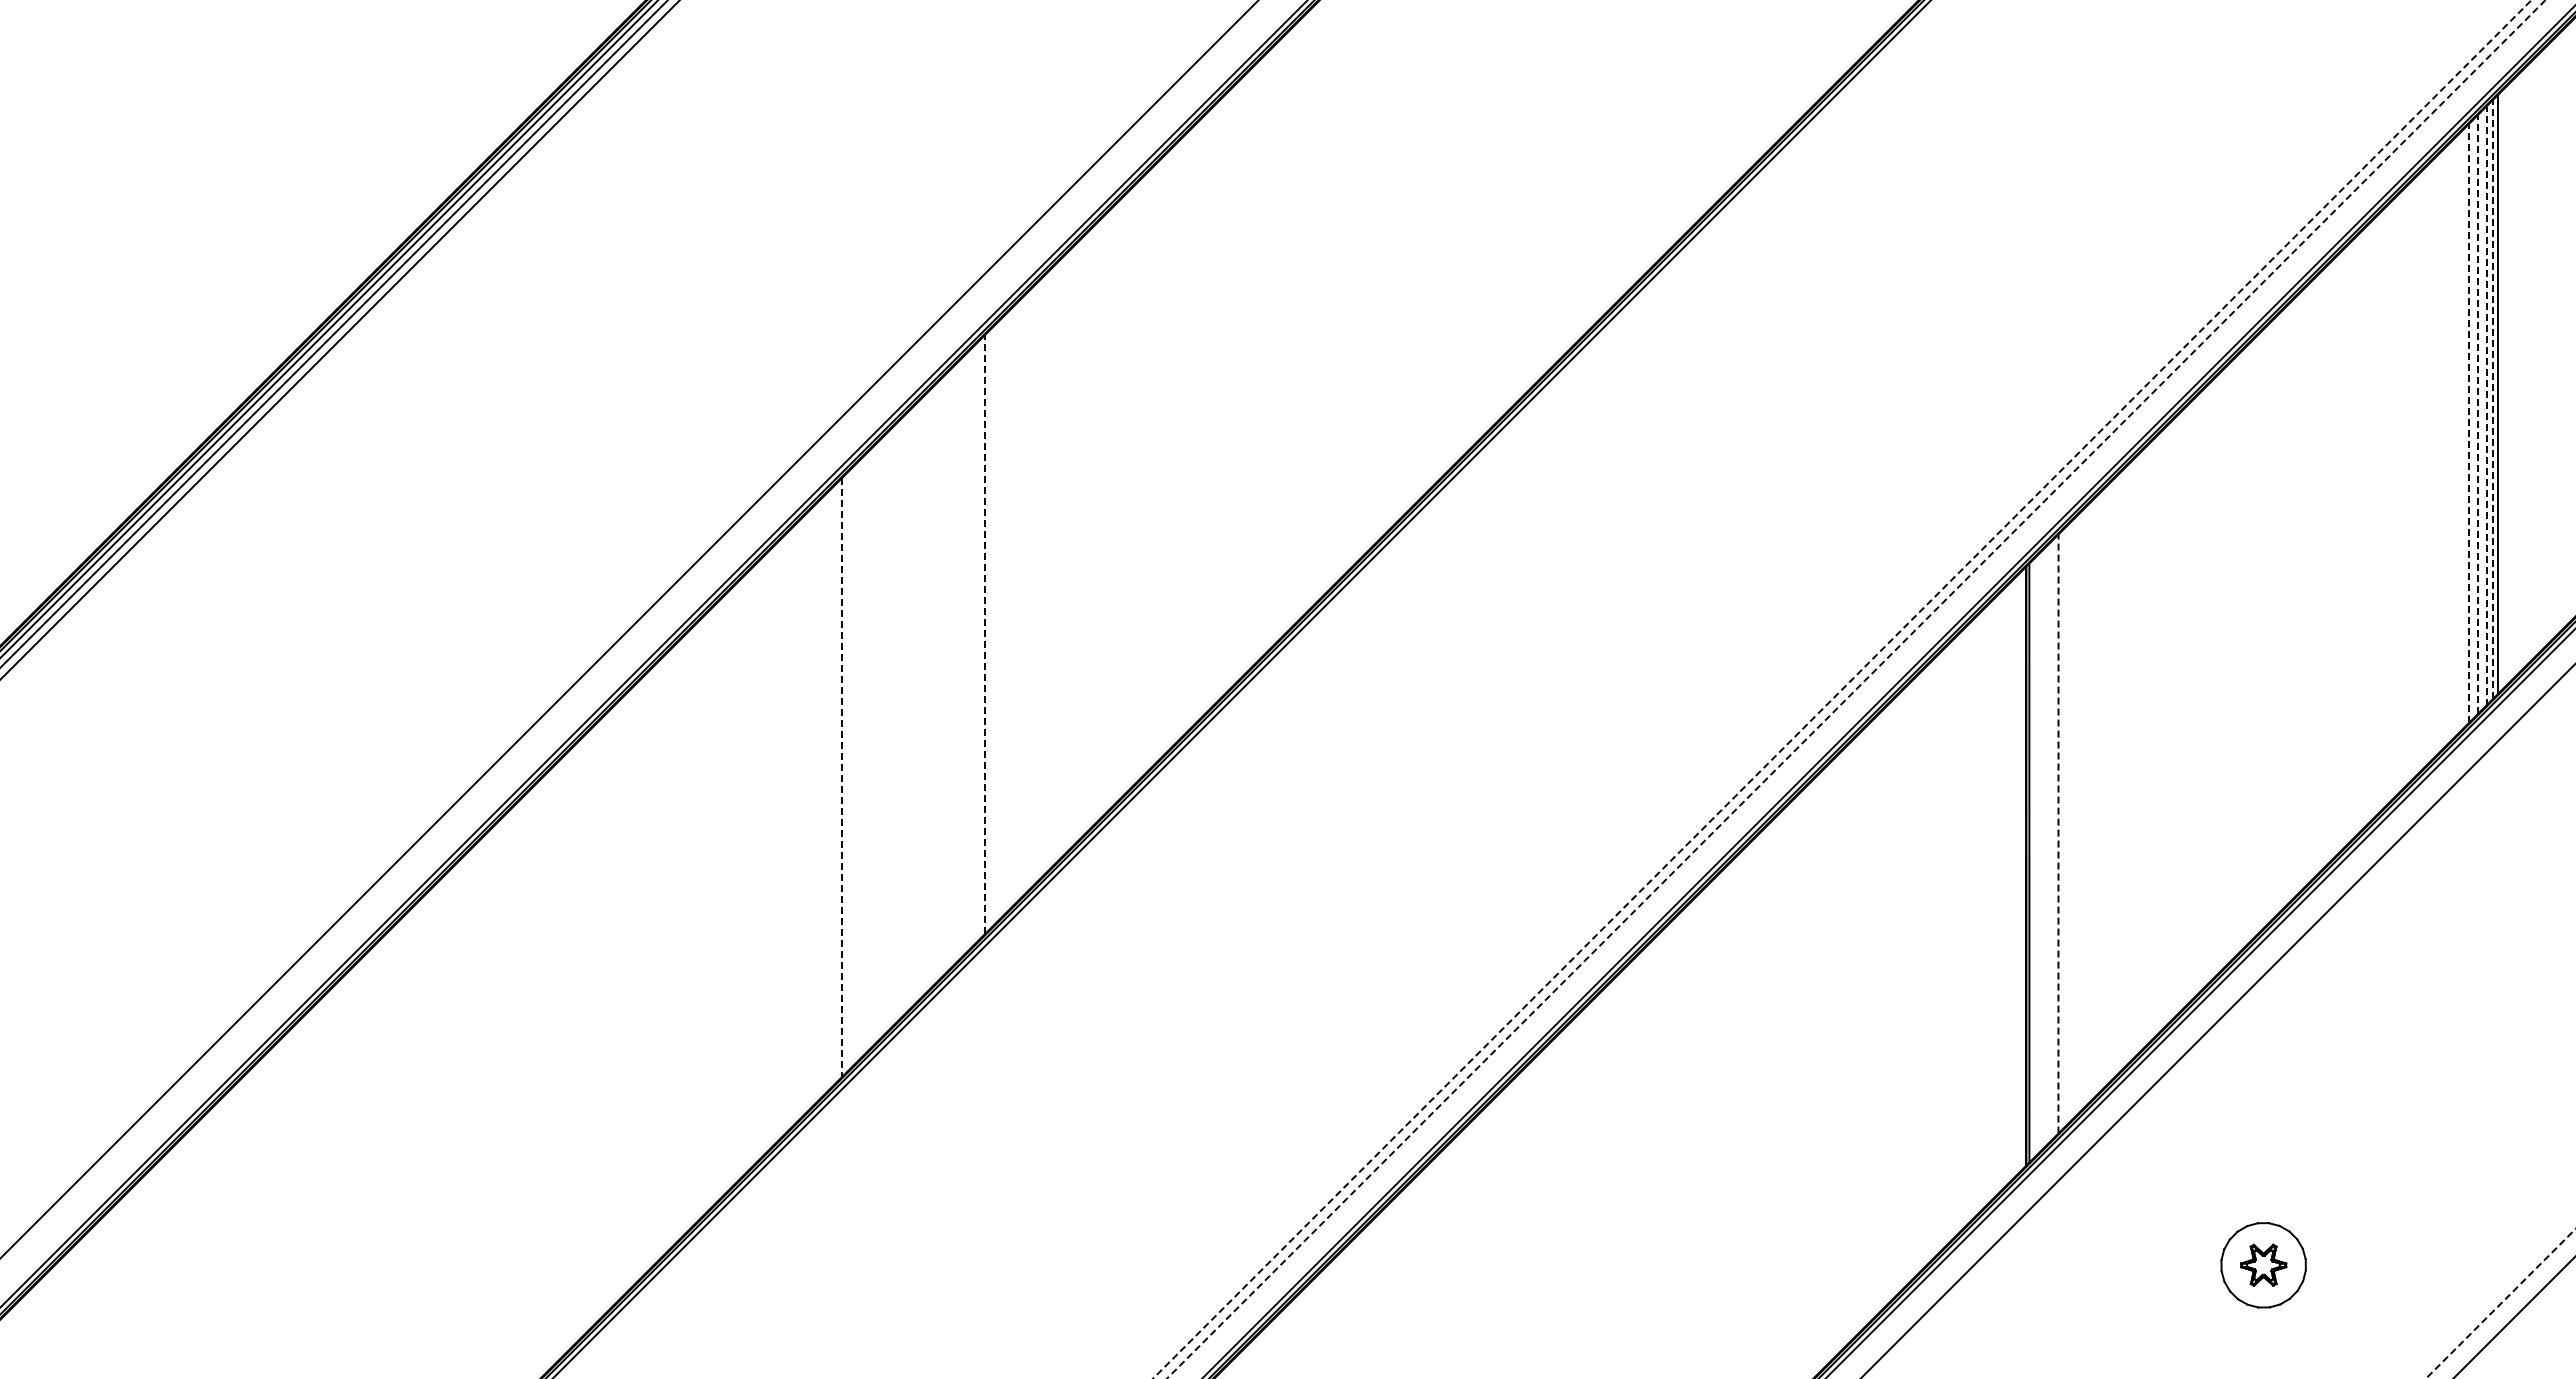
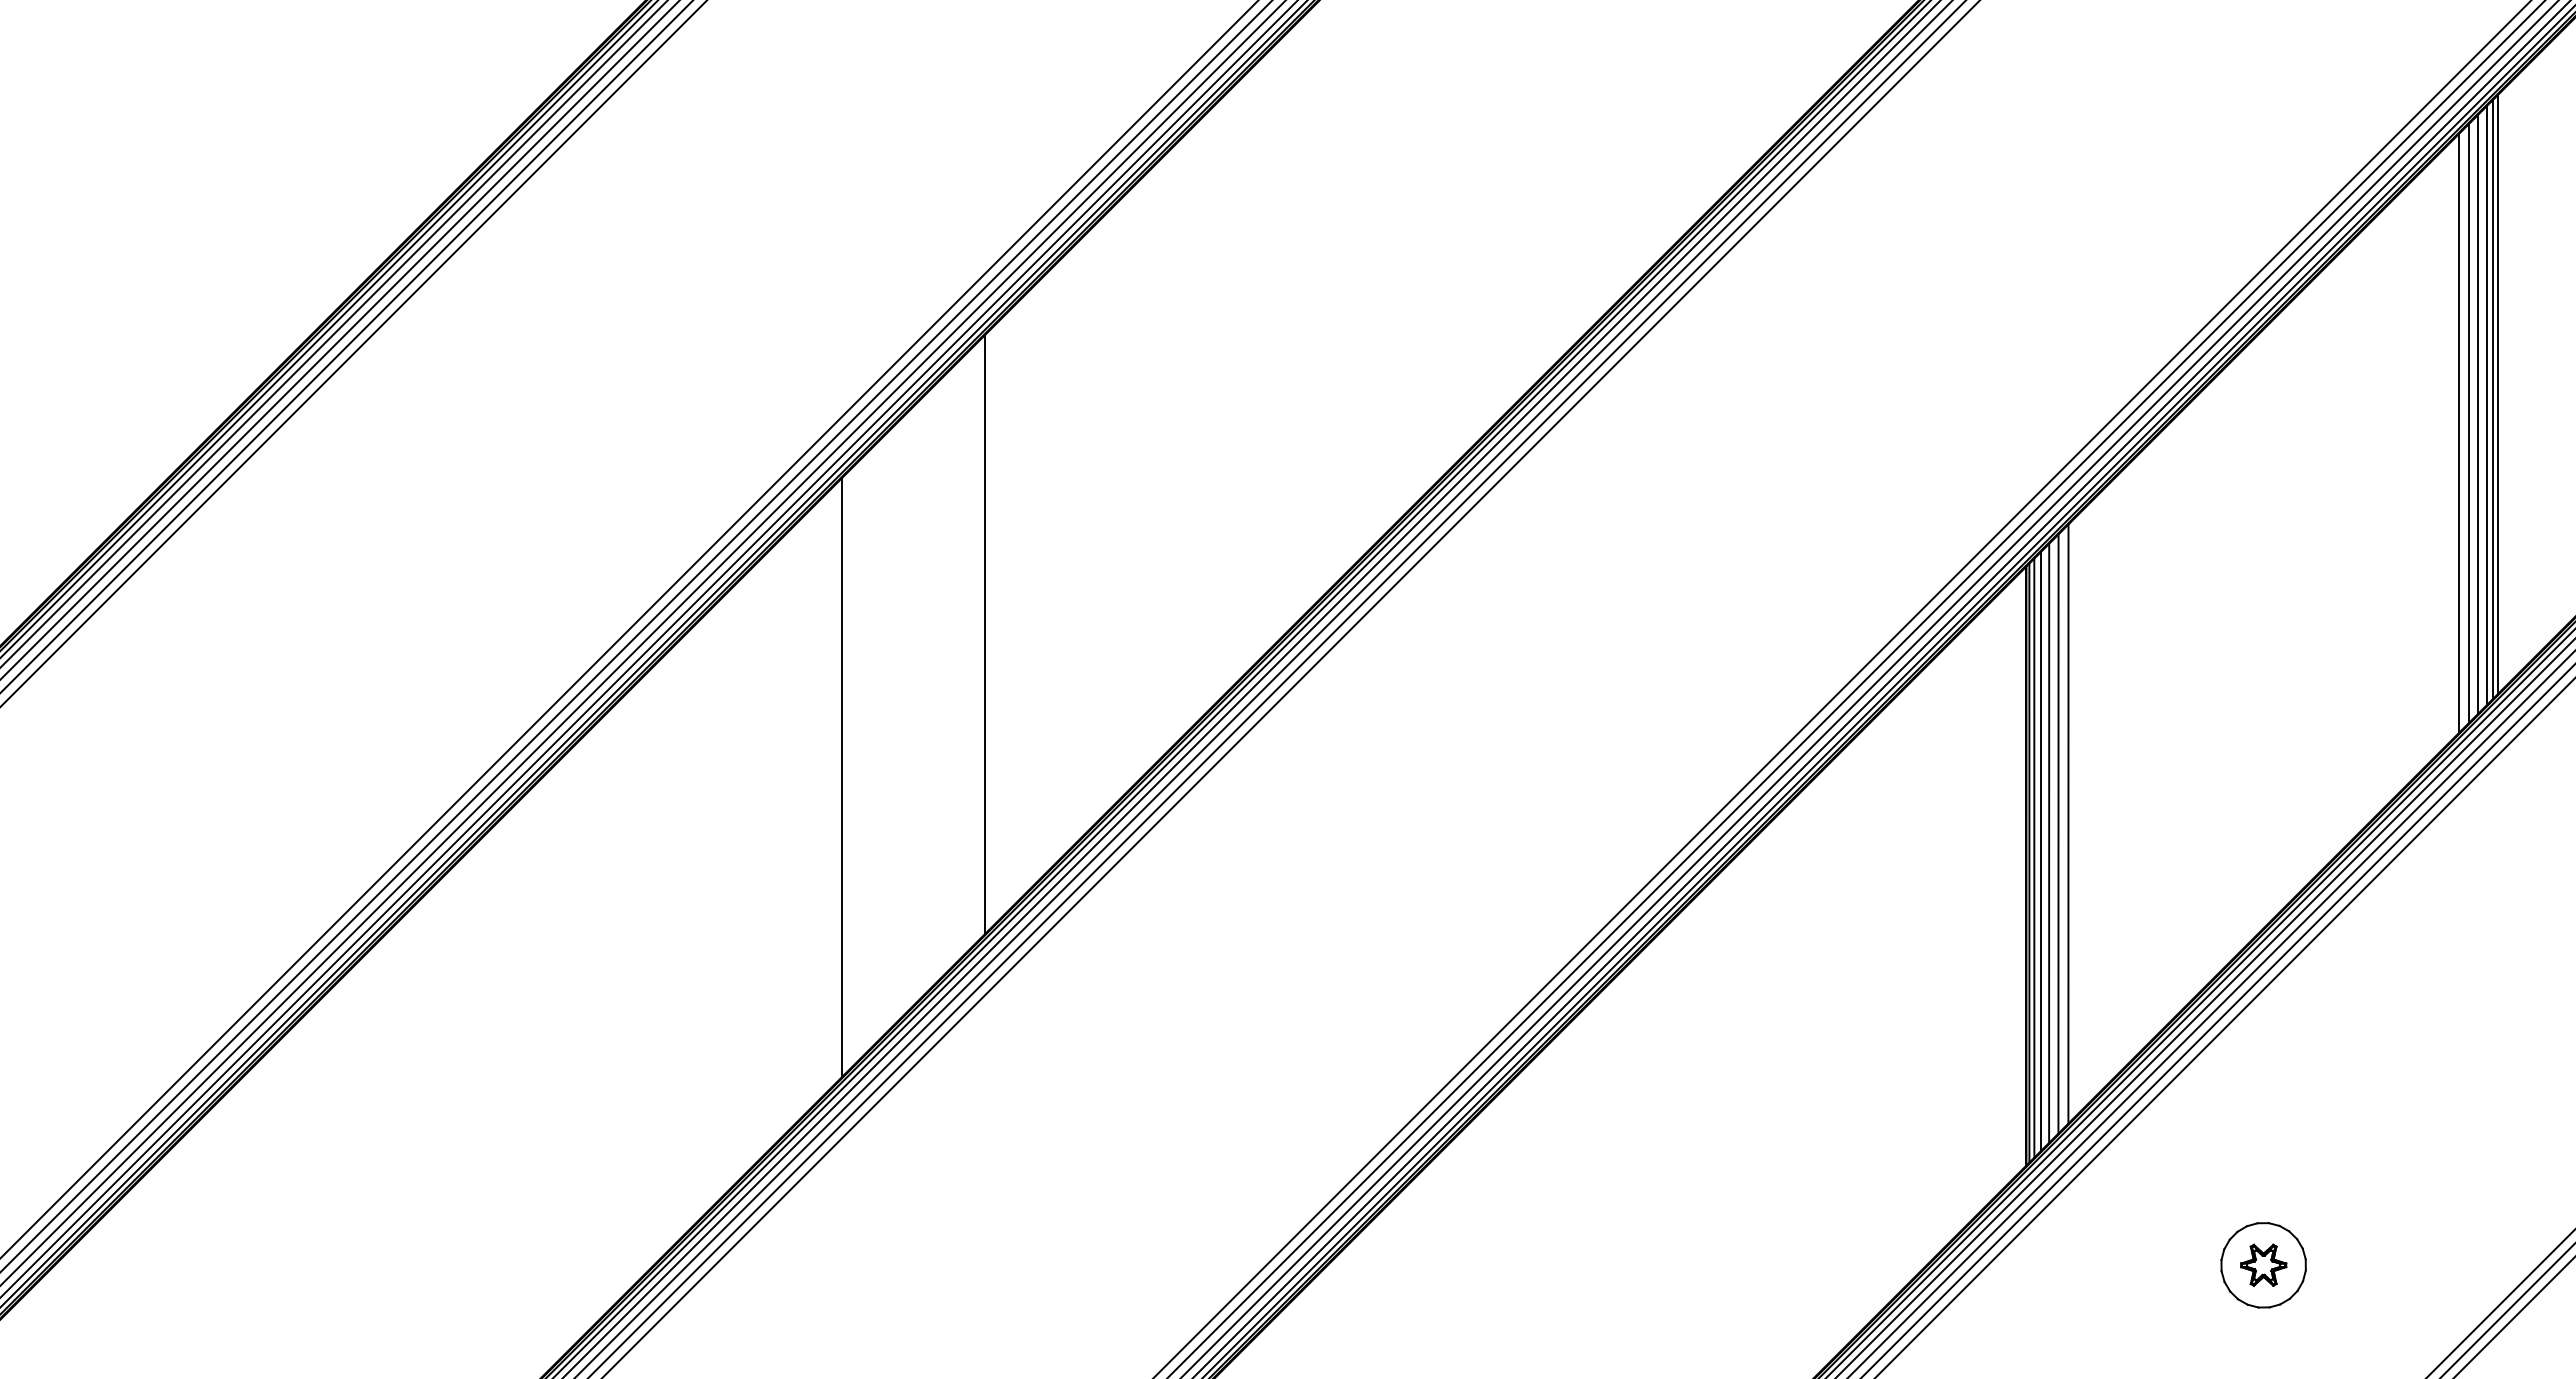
line at (346, 346): none -> present
line at (353, 353): none -> present
line at (2493, 399): dashed -> solid
line at (2486, 405): dashed -> solid
line at (2478, 414): dashed -> solid
line at (2468, 423): dashed -> solid
line at (2458, 433): none -> present
line at (985, 634): dashed -> solid
line at (636, 636): none -> present
line at (642, 643): none -> present
line at (648, 648): none -> present
line at (1251, 688): none -> present
line at (1263, 688): none -> present
line at (1276, 688): none -> present
line at (1290, 688): none -> present
line at (1869, 688): none -> present
line at (1881, 688): none -> present
line at (1842, 689): dashed -> solid
line at (1856, 689): dashed -> solid
line at (842, 777): dashed -> solid
line at (2068, 823): none -> present
line at (2058, 834): dashed -> solid
line at (2049, 842): none -> present
line at (2041, 851): none -> present
line at (2034, 857): none -> present
line at (2205, 1008): none -> present
line at (2211, 1014): none -> present
line at (2224, 1027): none -> present
line at (2501, 1303): dashed -> solid
line at (2507, 1310): none -> present
